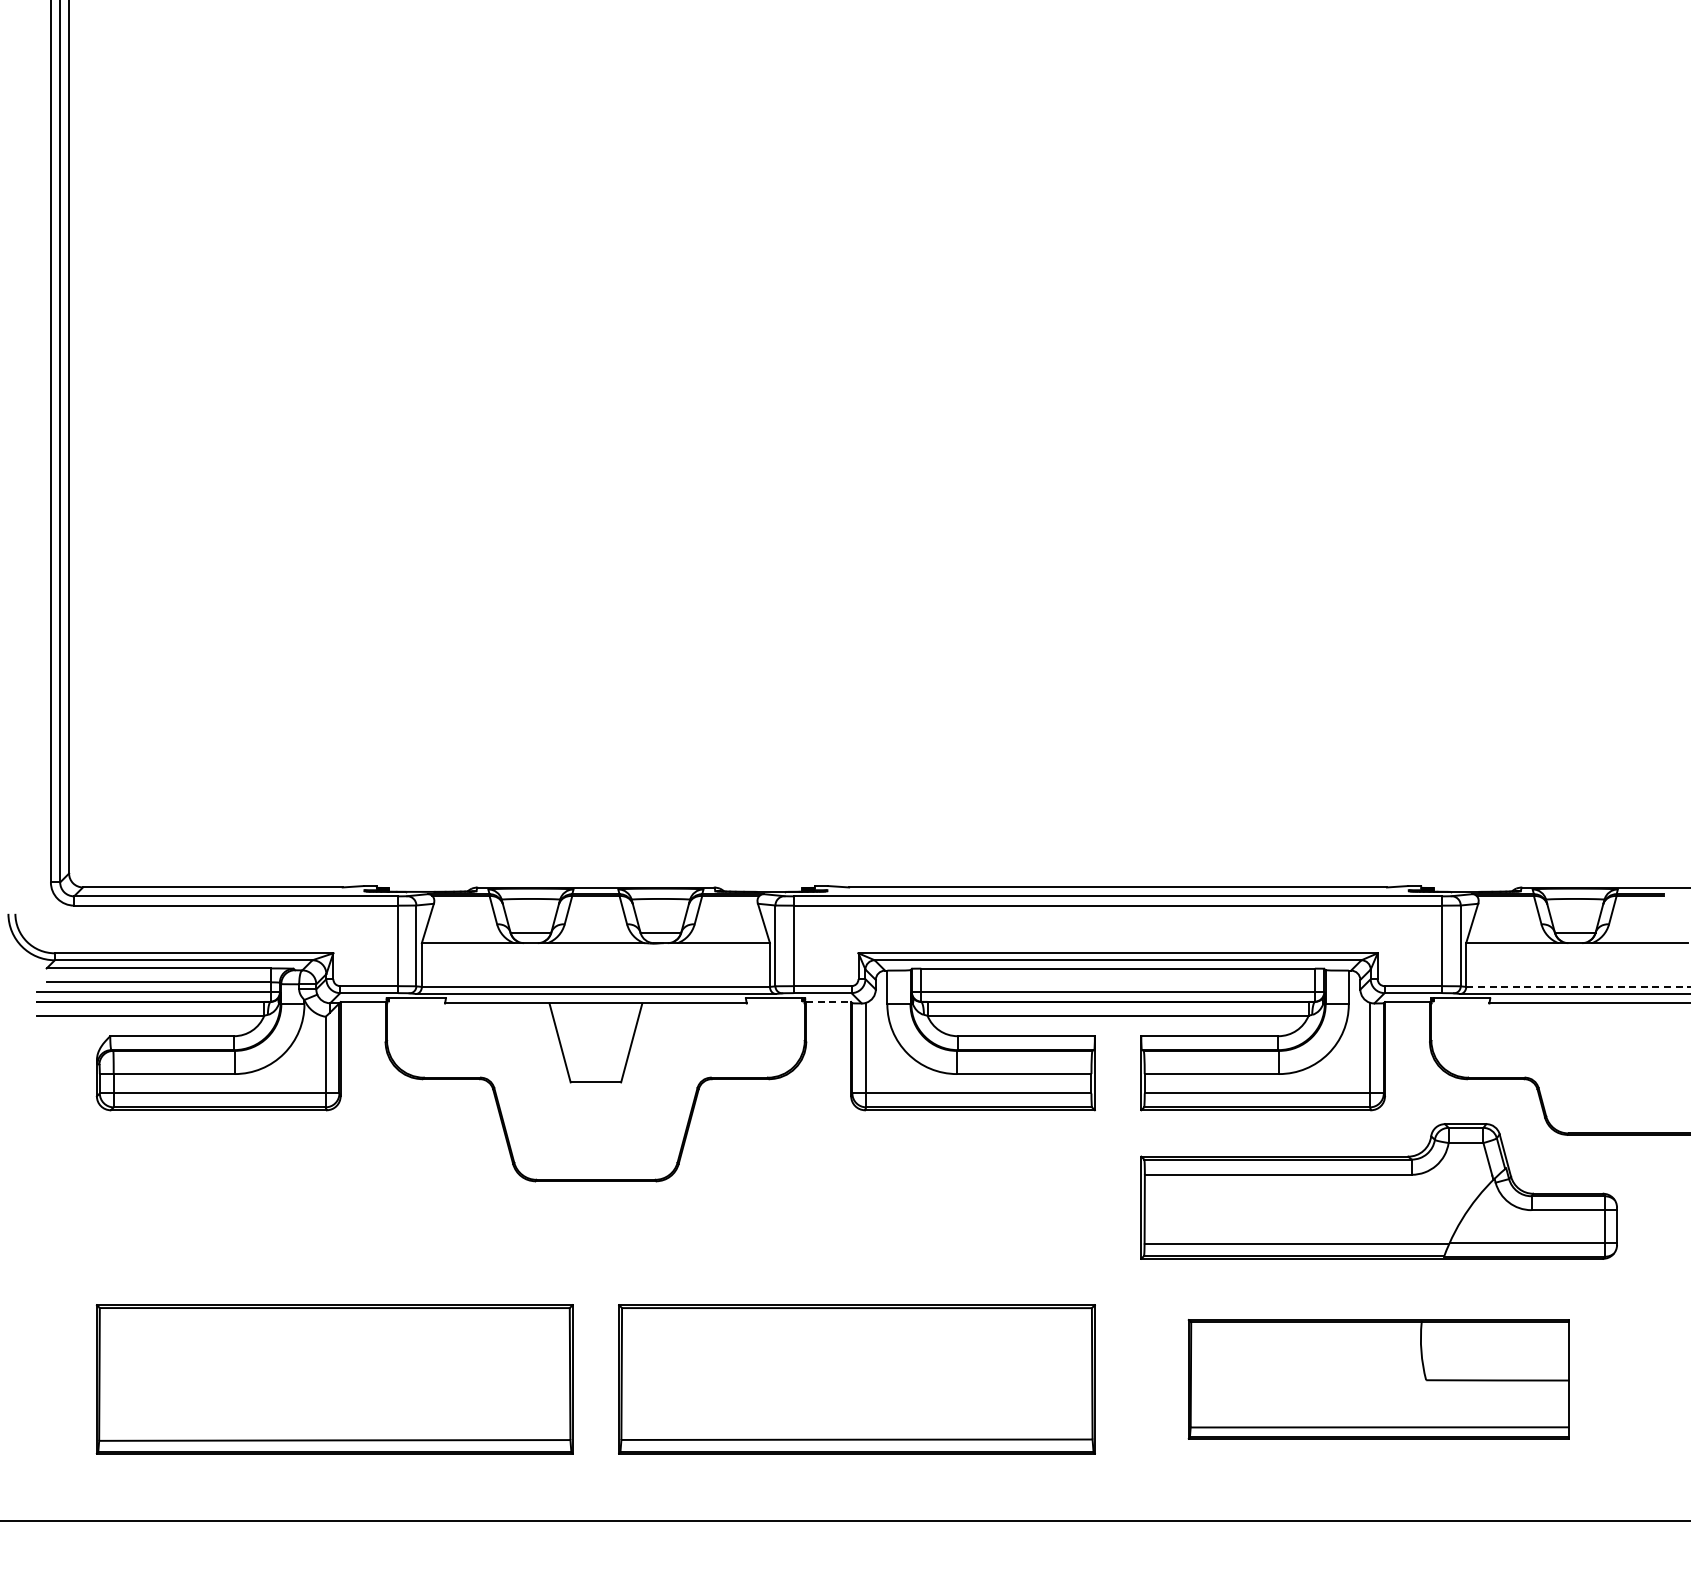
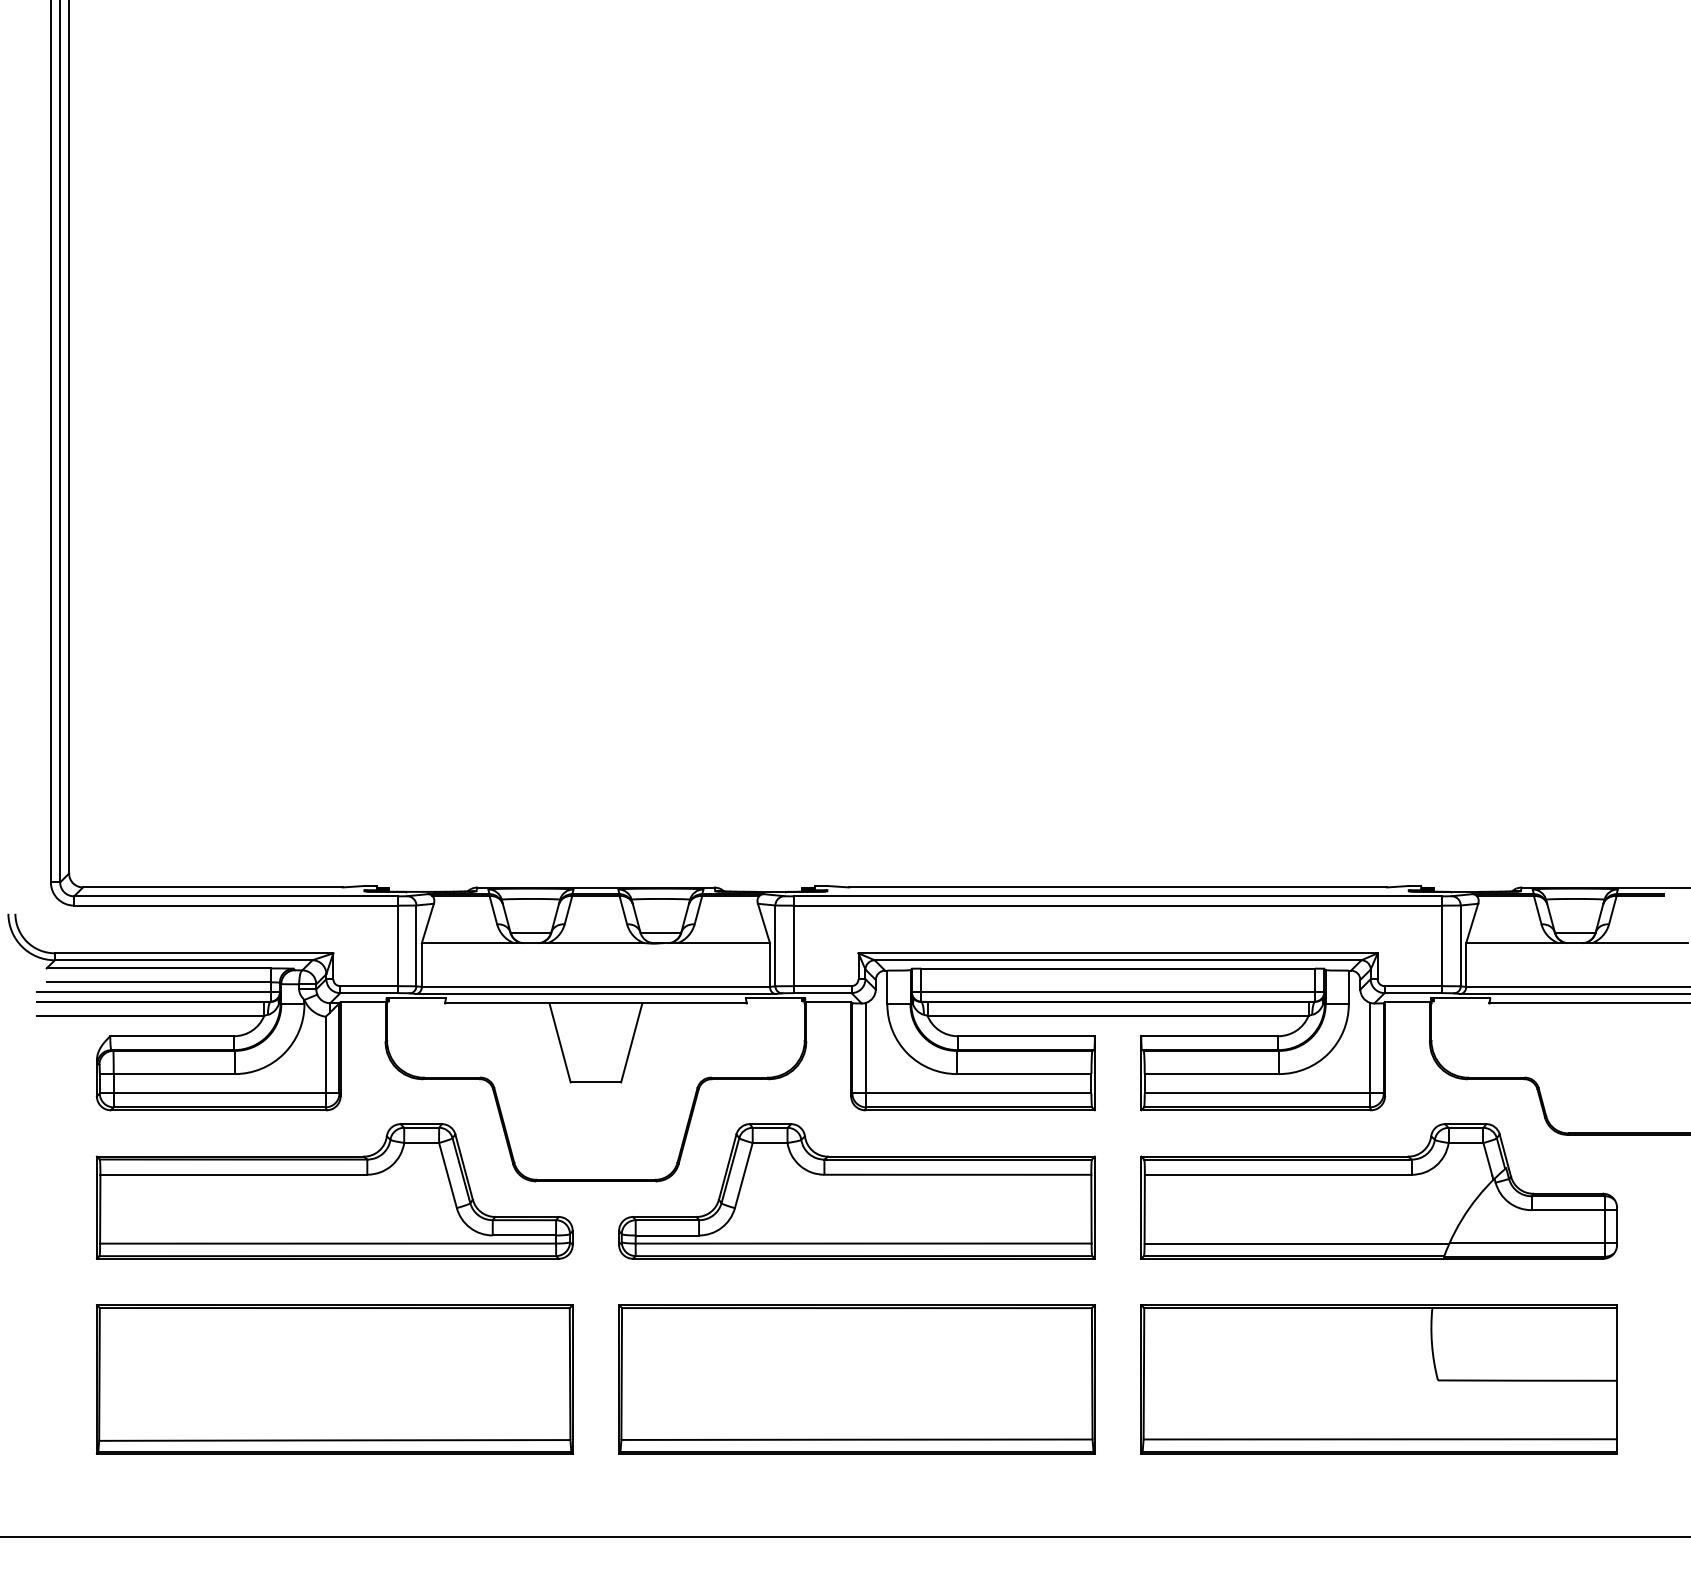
line at (1578, 987): dashed -> solid
line at (828, 1002): dashed -> solid
part at (334, 1191): none -> present
part at (856, 1191): none -> present
part at (1378, 1379) size: 383x121 px -> 478x151 px
line at (844, 1521) position: (844, 1521) -> (844, 1537)
